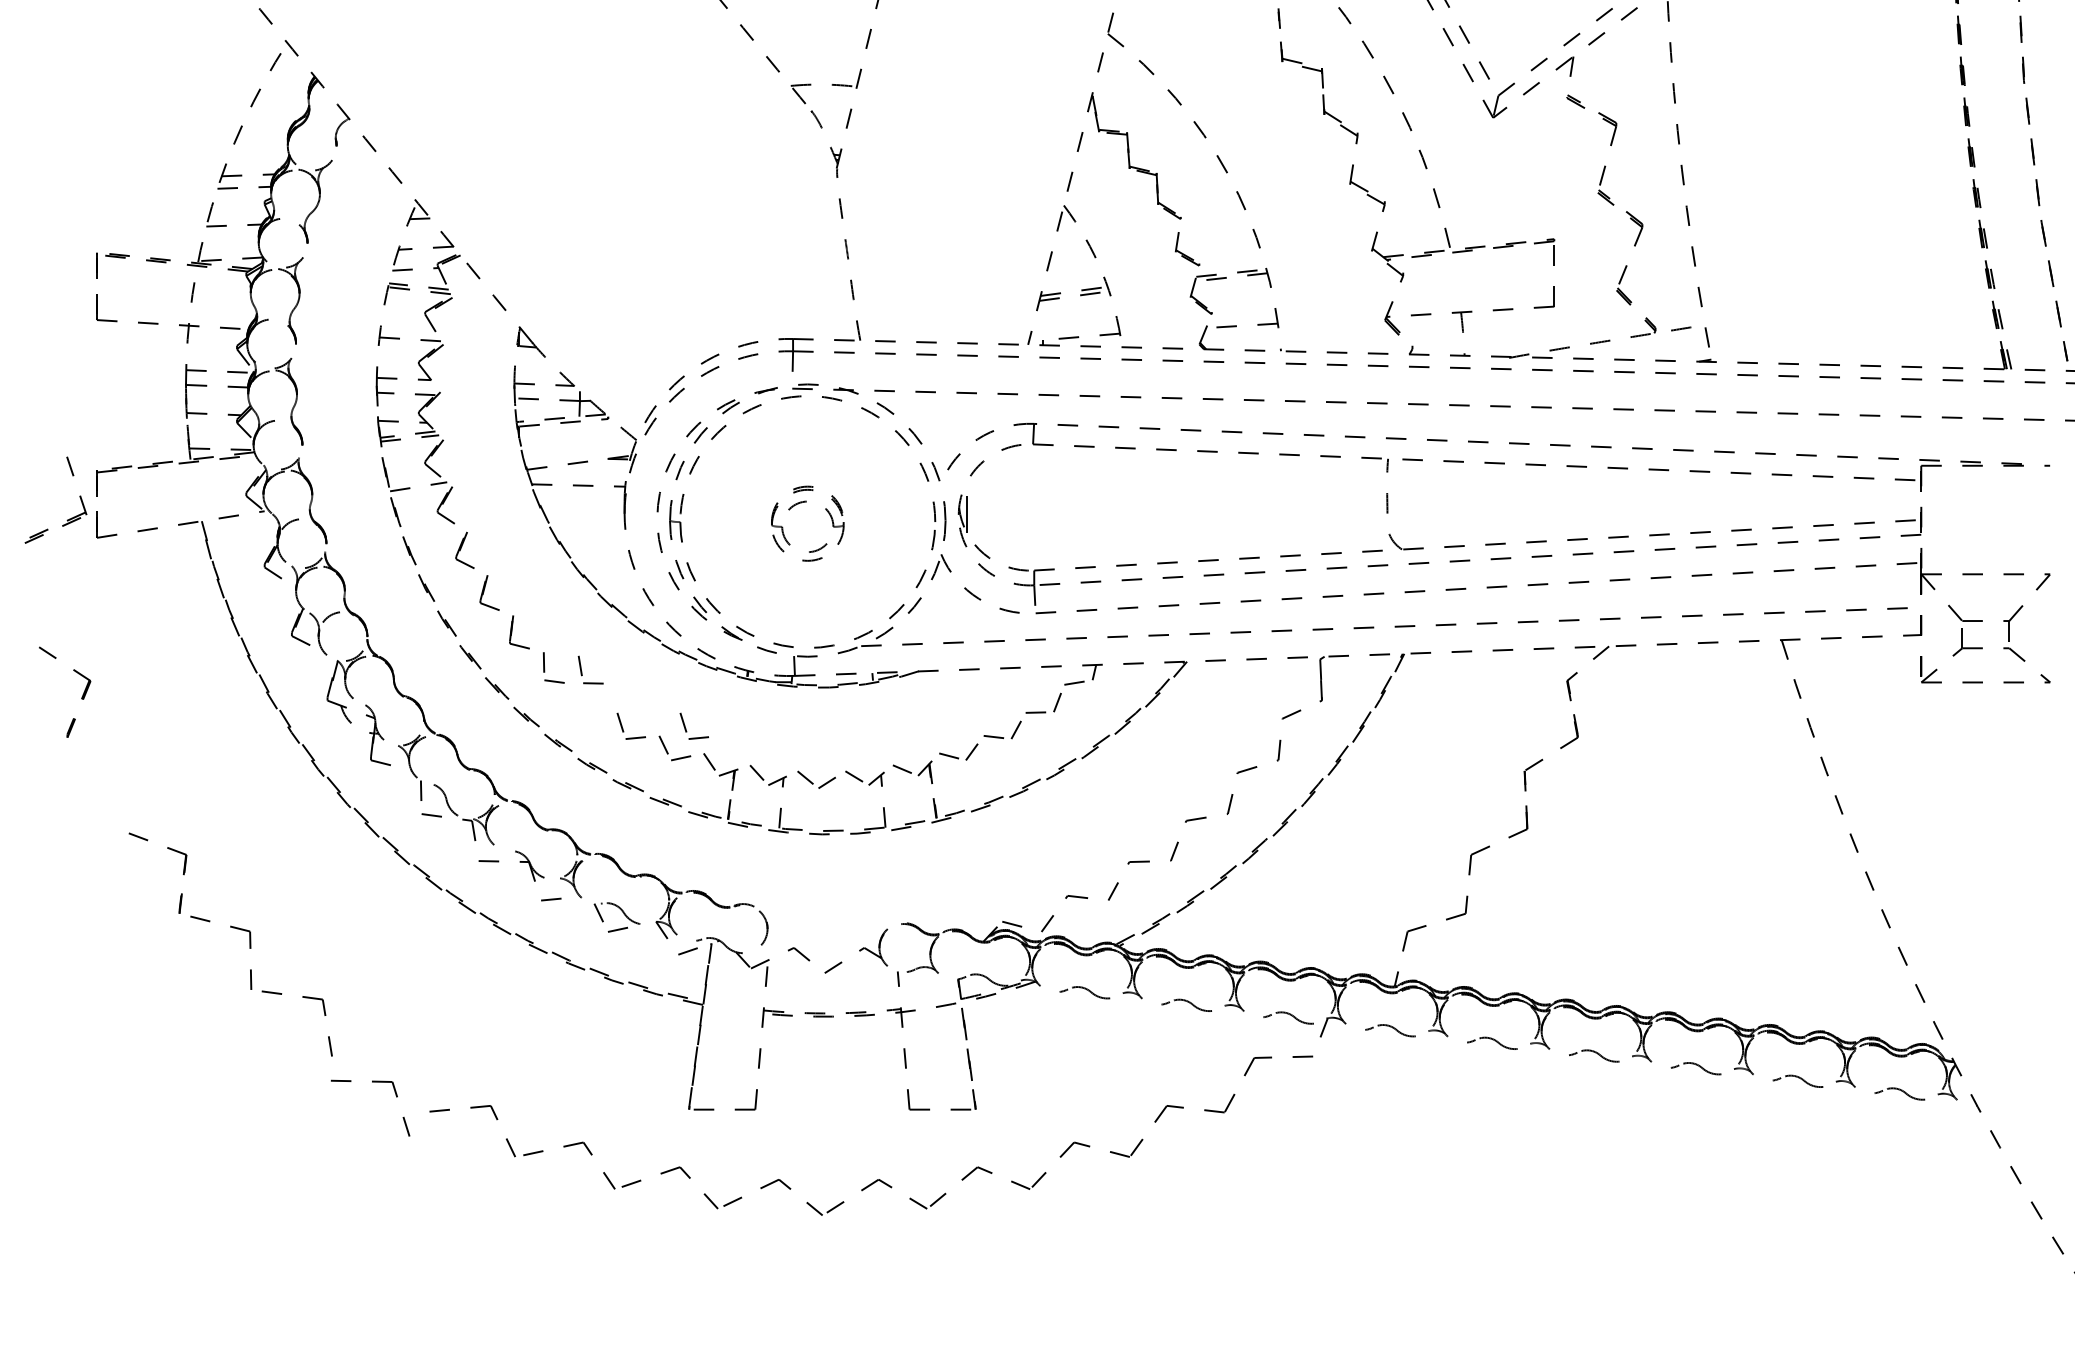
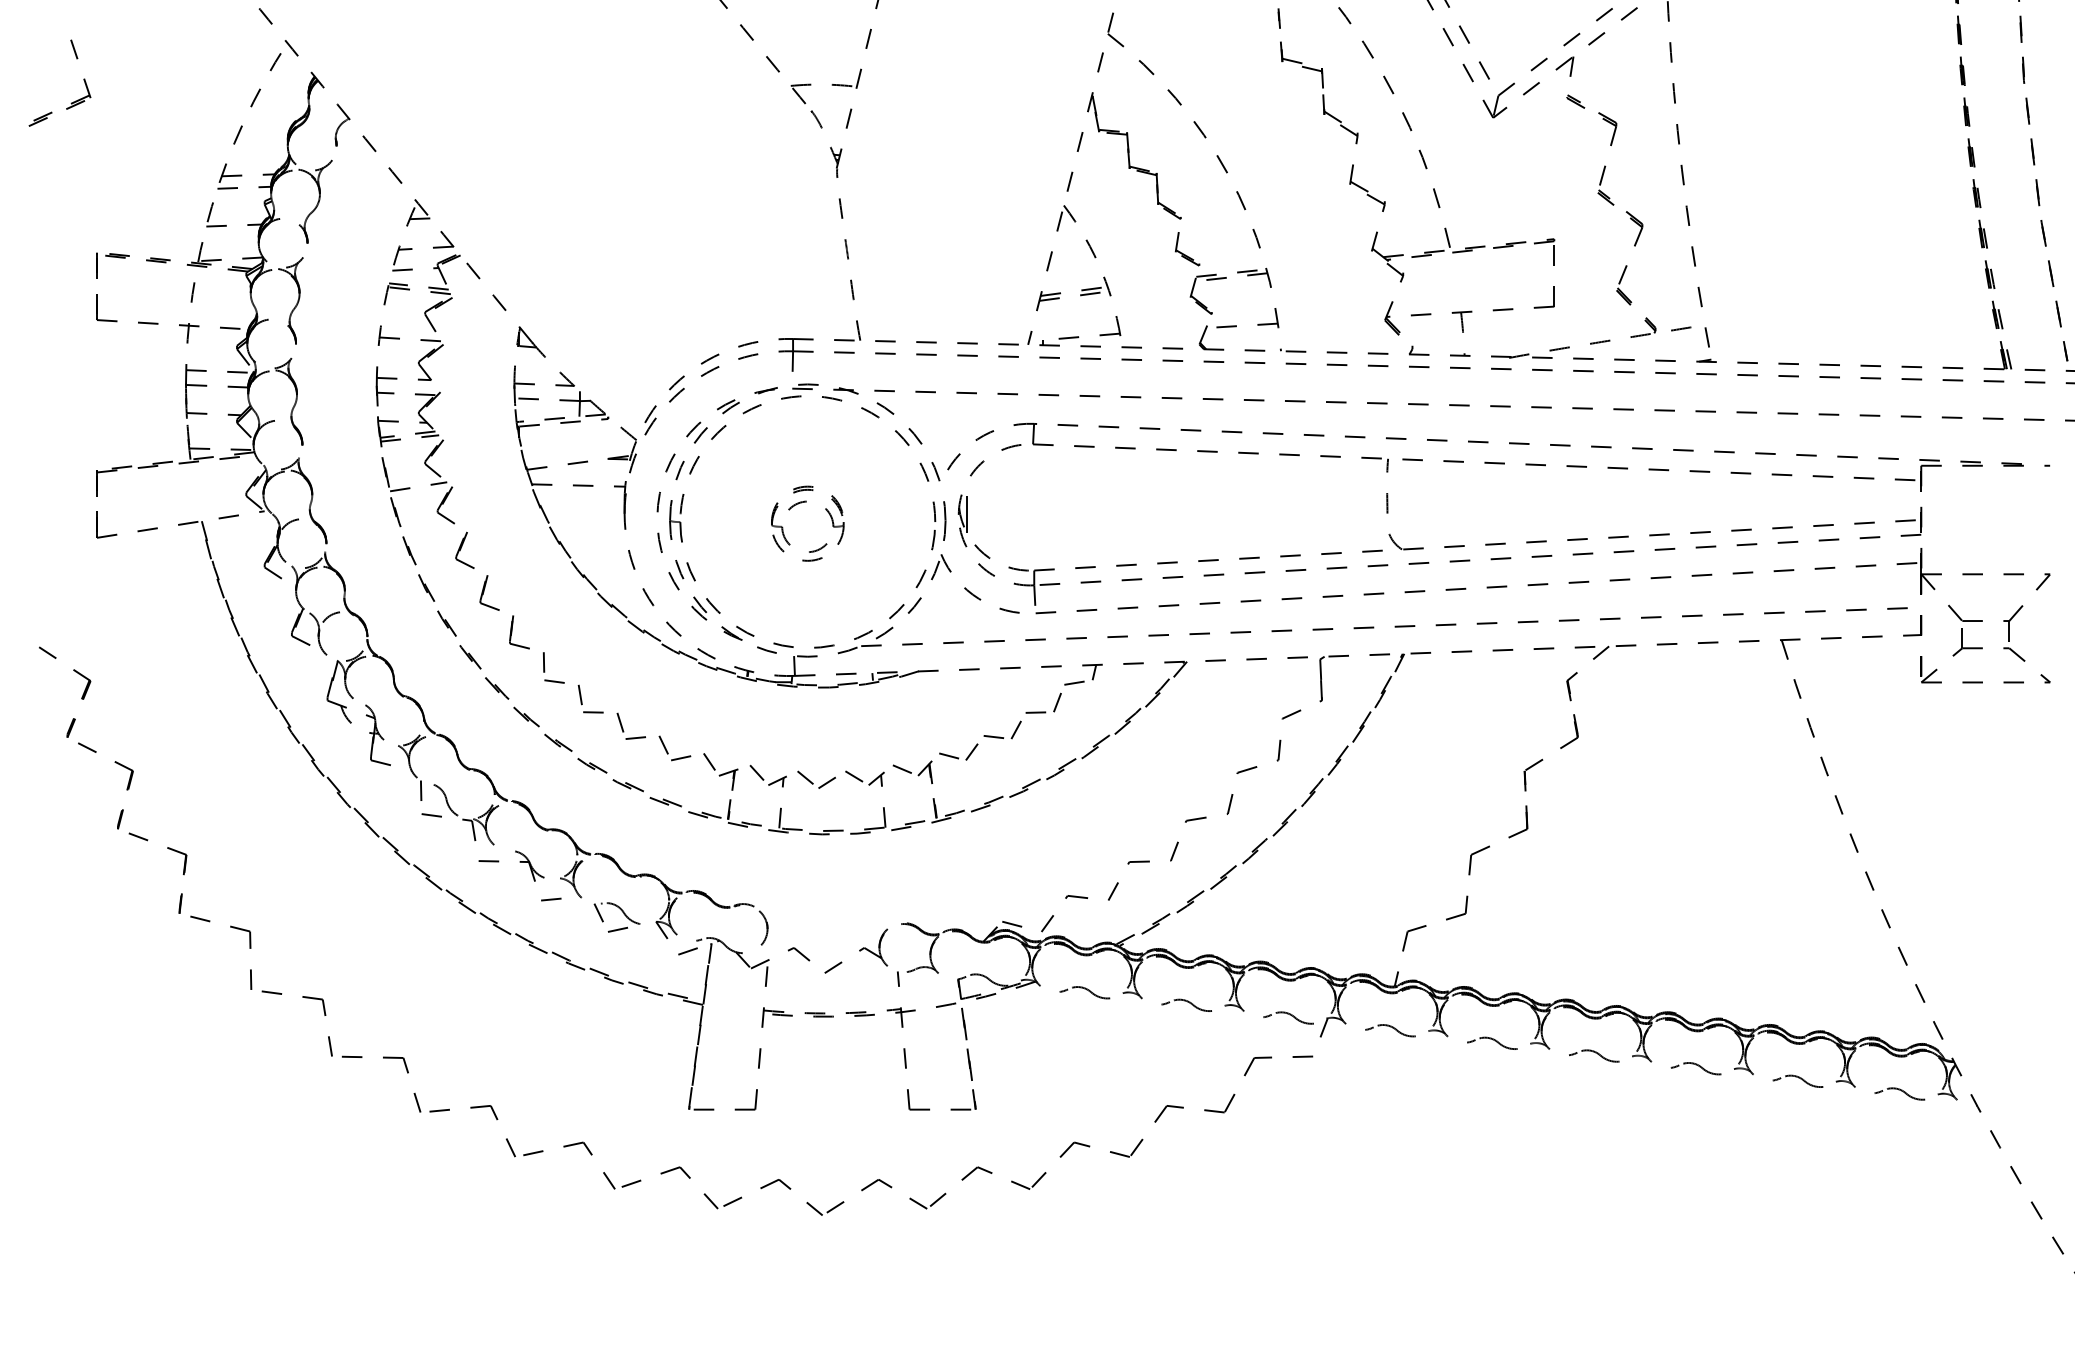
part at (67, 519) position: (67, 519) -> (71, 102)
part at (582, 671) position: (582, 671) -> (582, 700)
part at (686, 728): present -> none
part at (126, 788): none -> present
part at (372, 1082) position: (372, 1082) -> (383, 1058)
